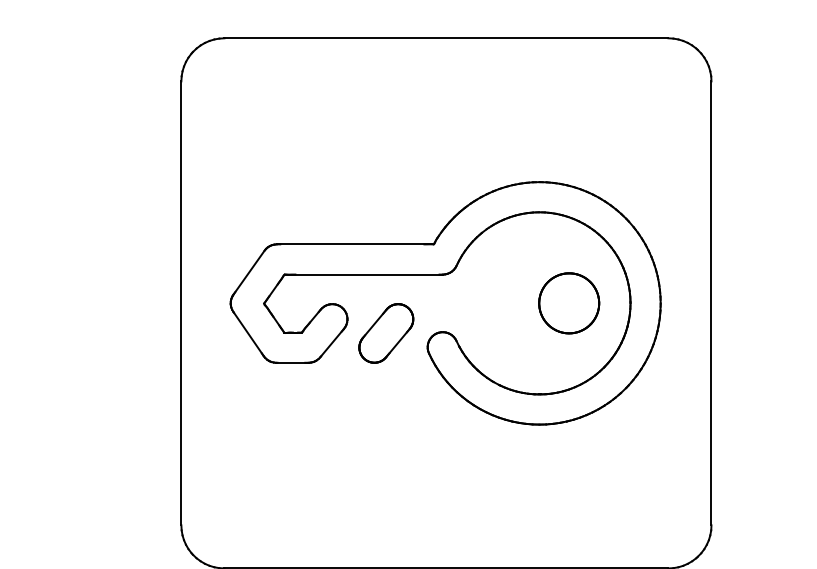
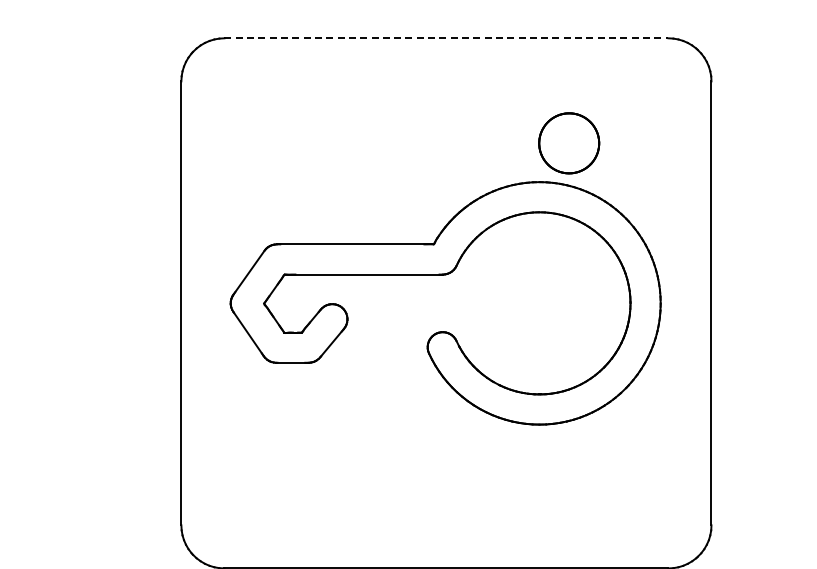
line at (446, 38): solid -> dashed
part at (569, 303) position: (569, 303) -> (569, 143)
part at (386, 333): present -> none
